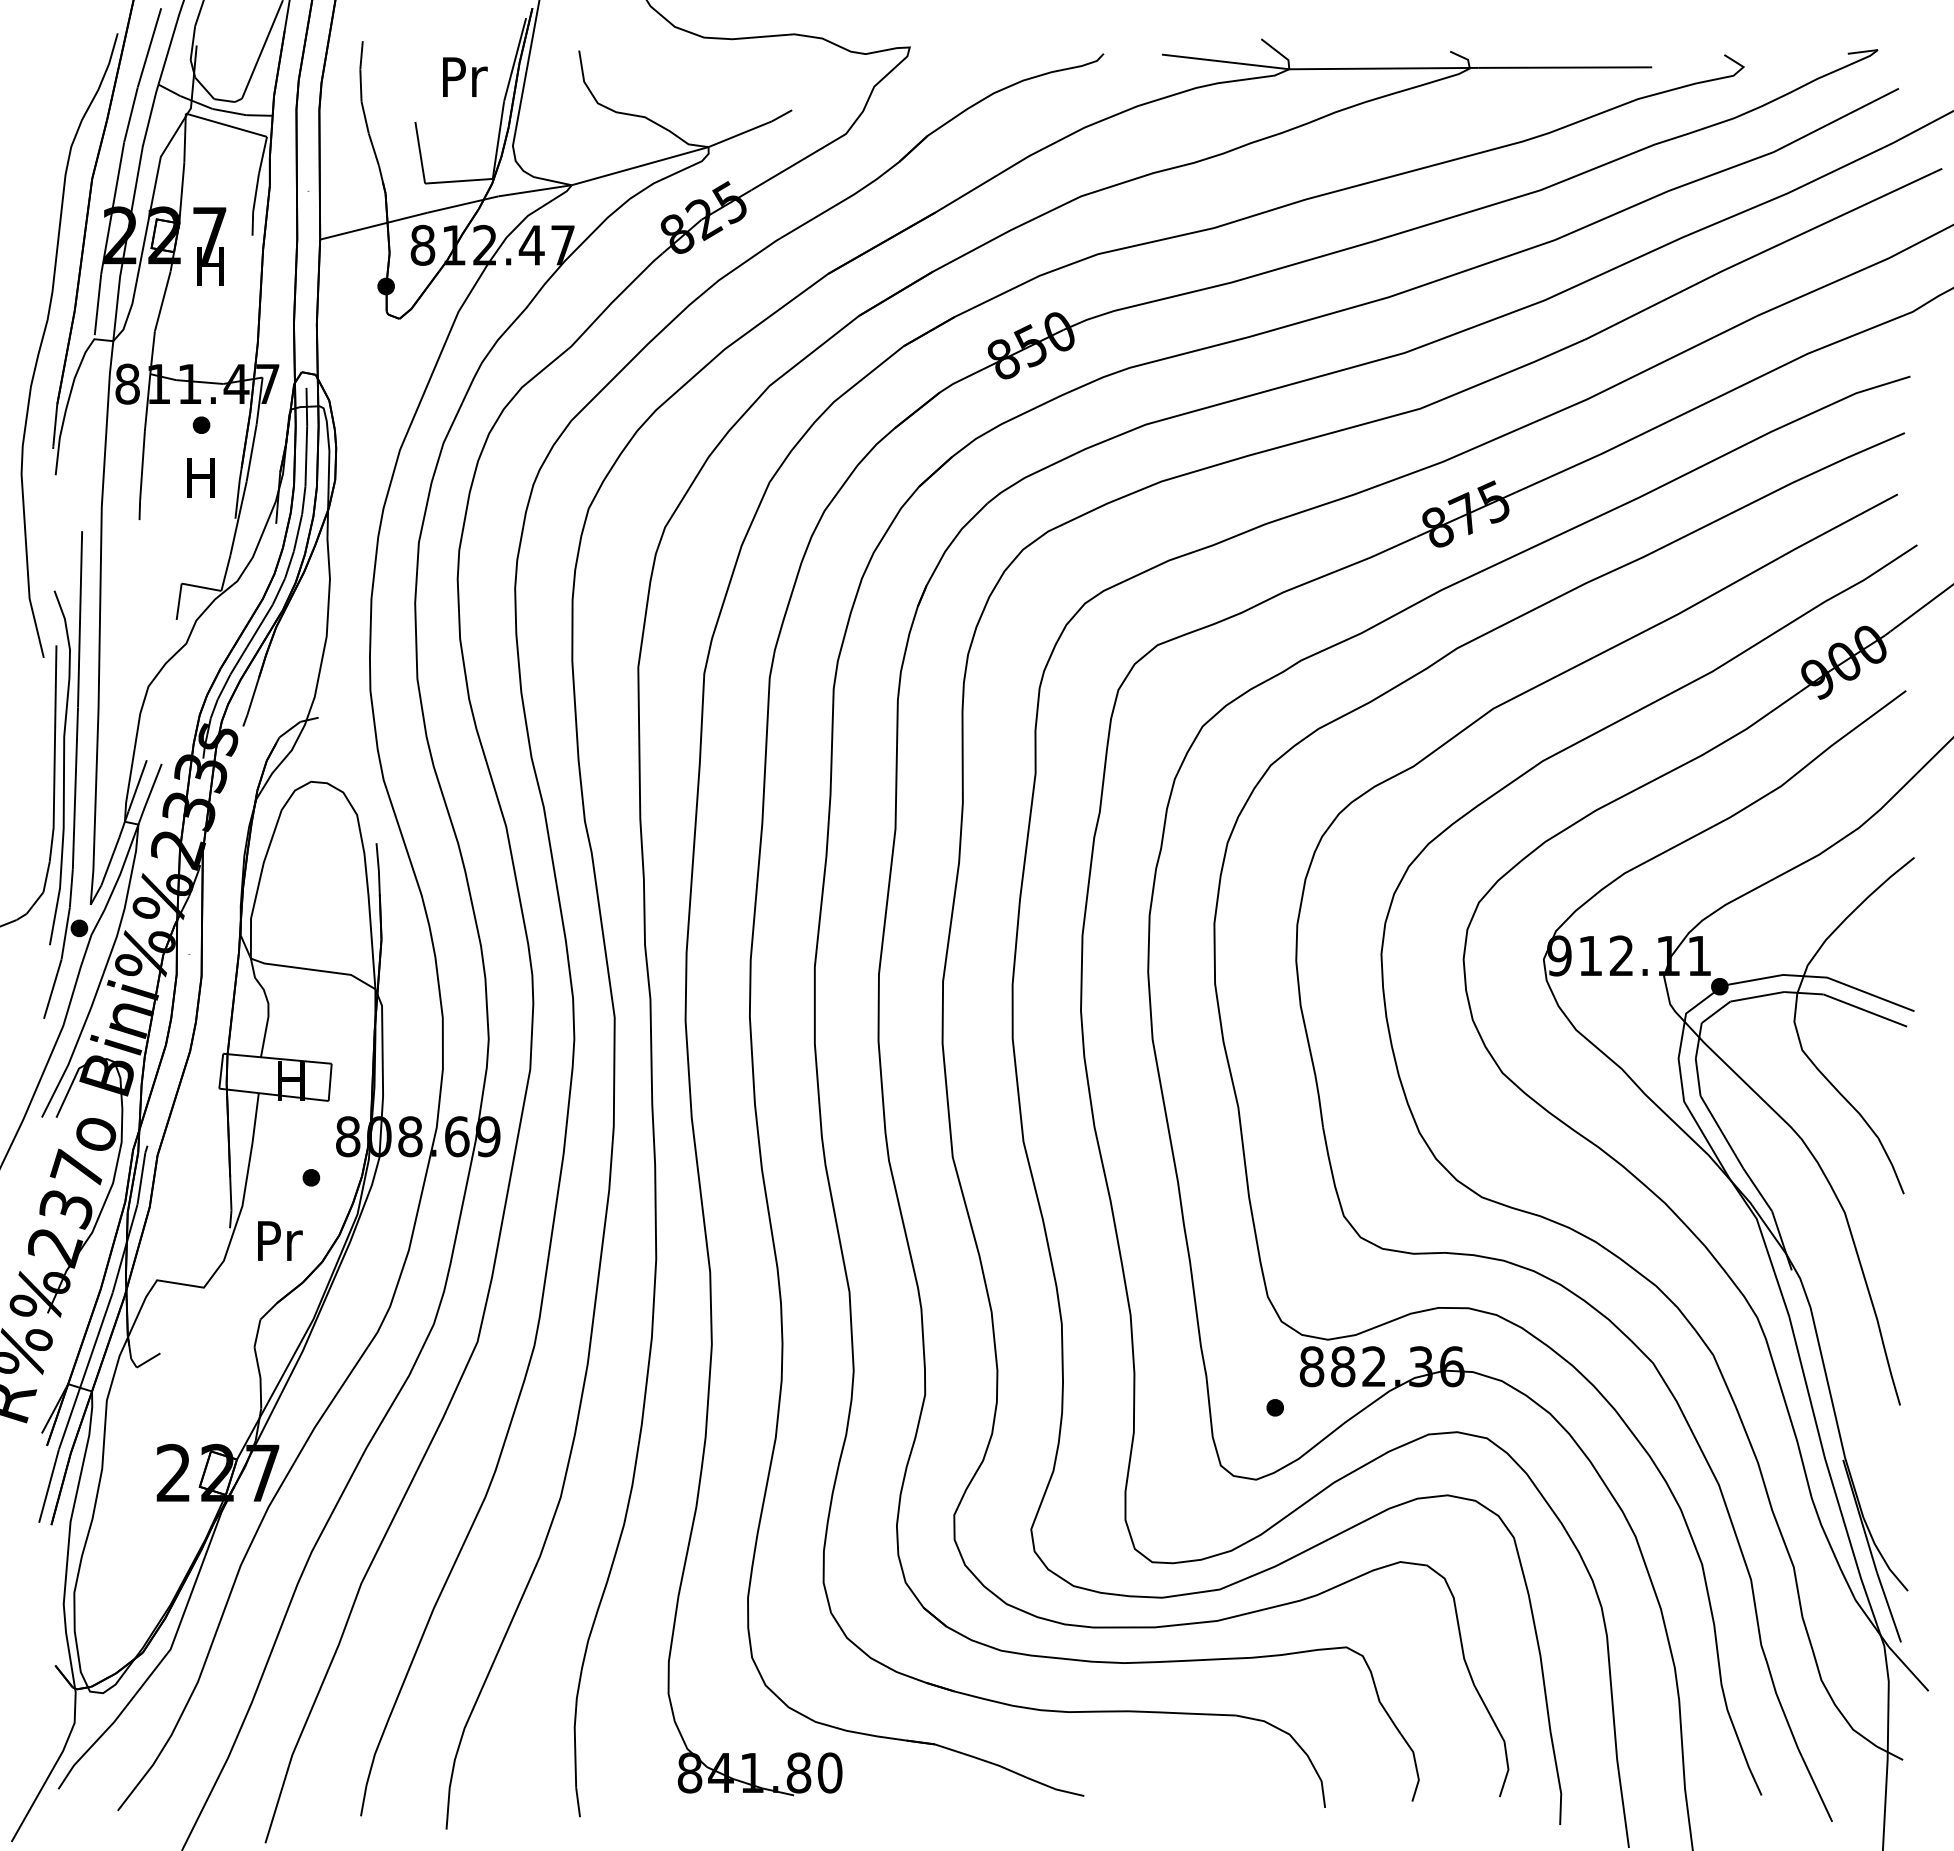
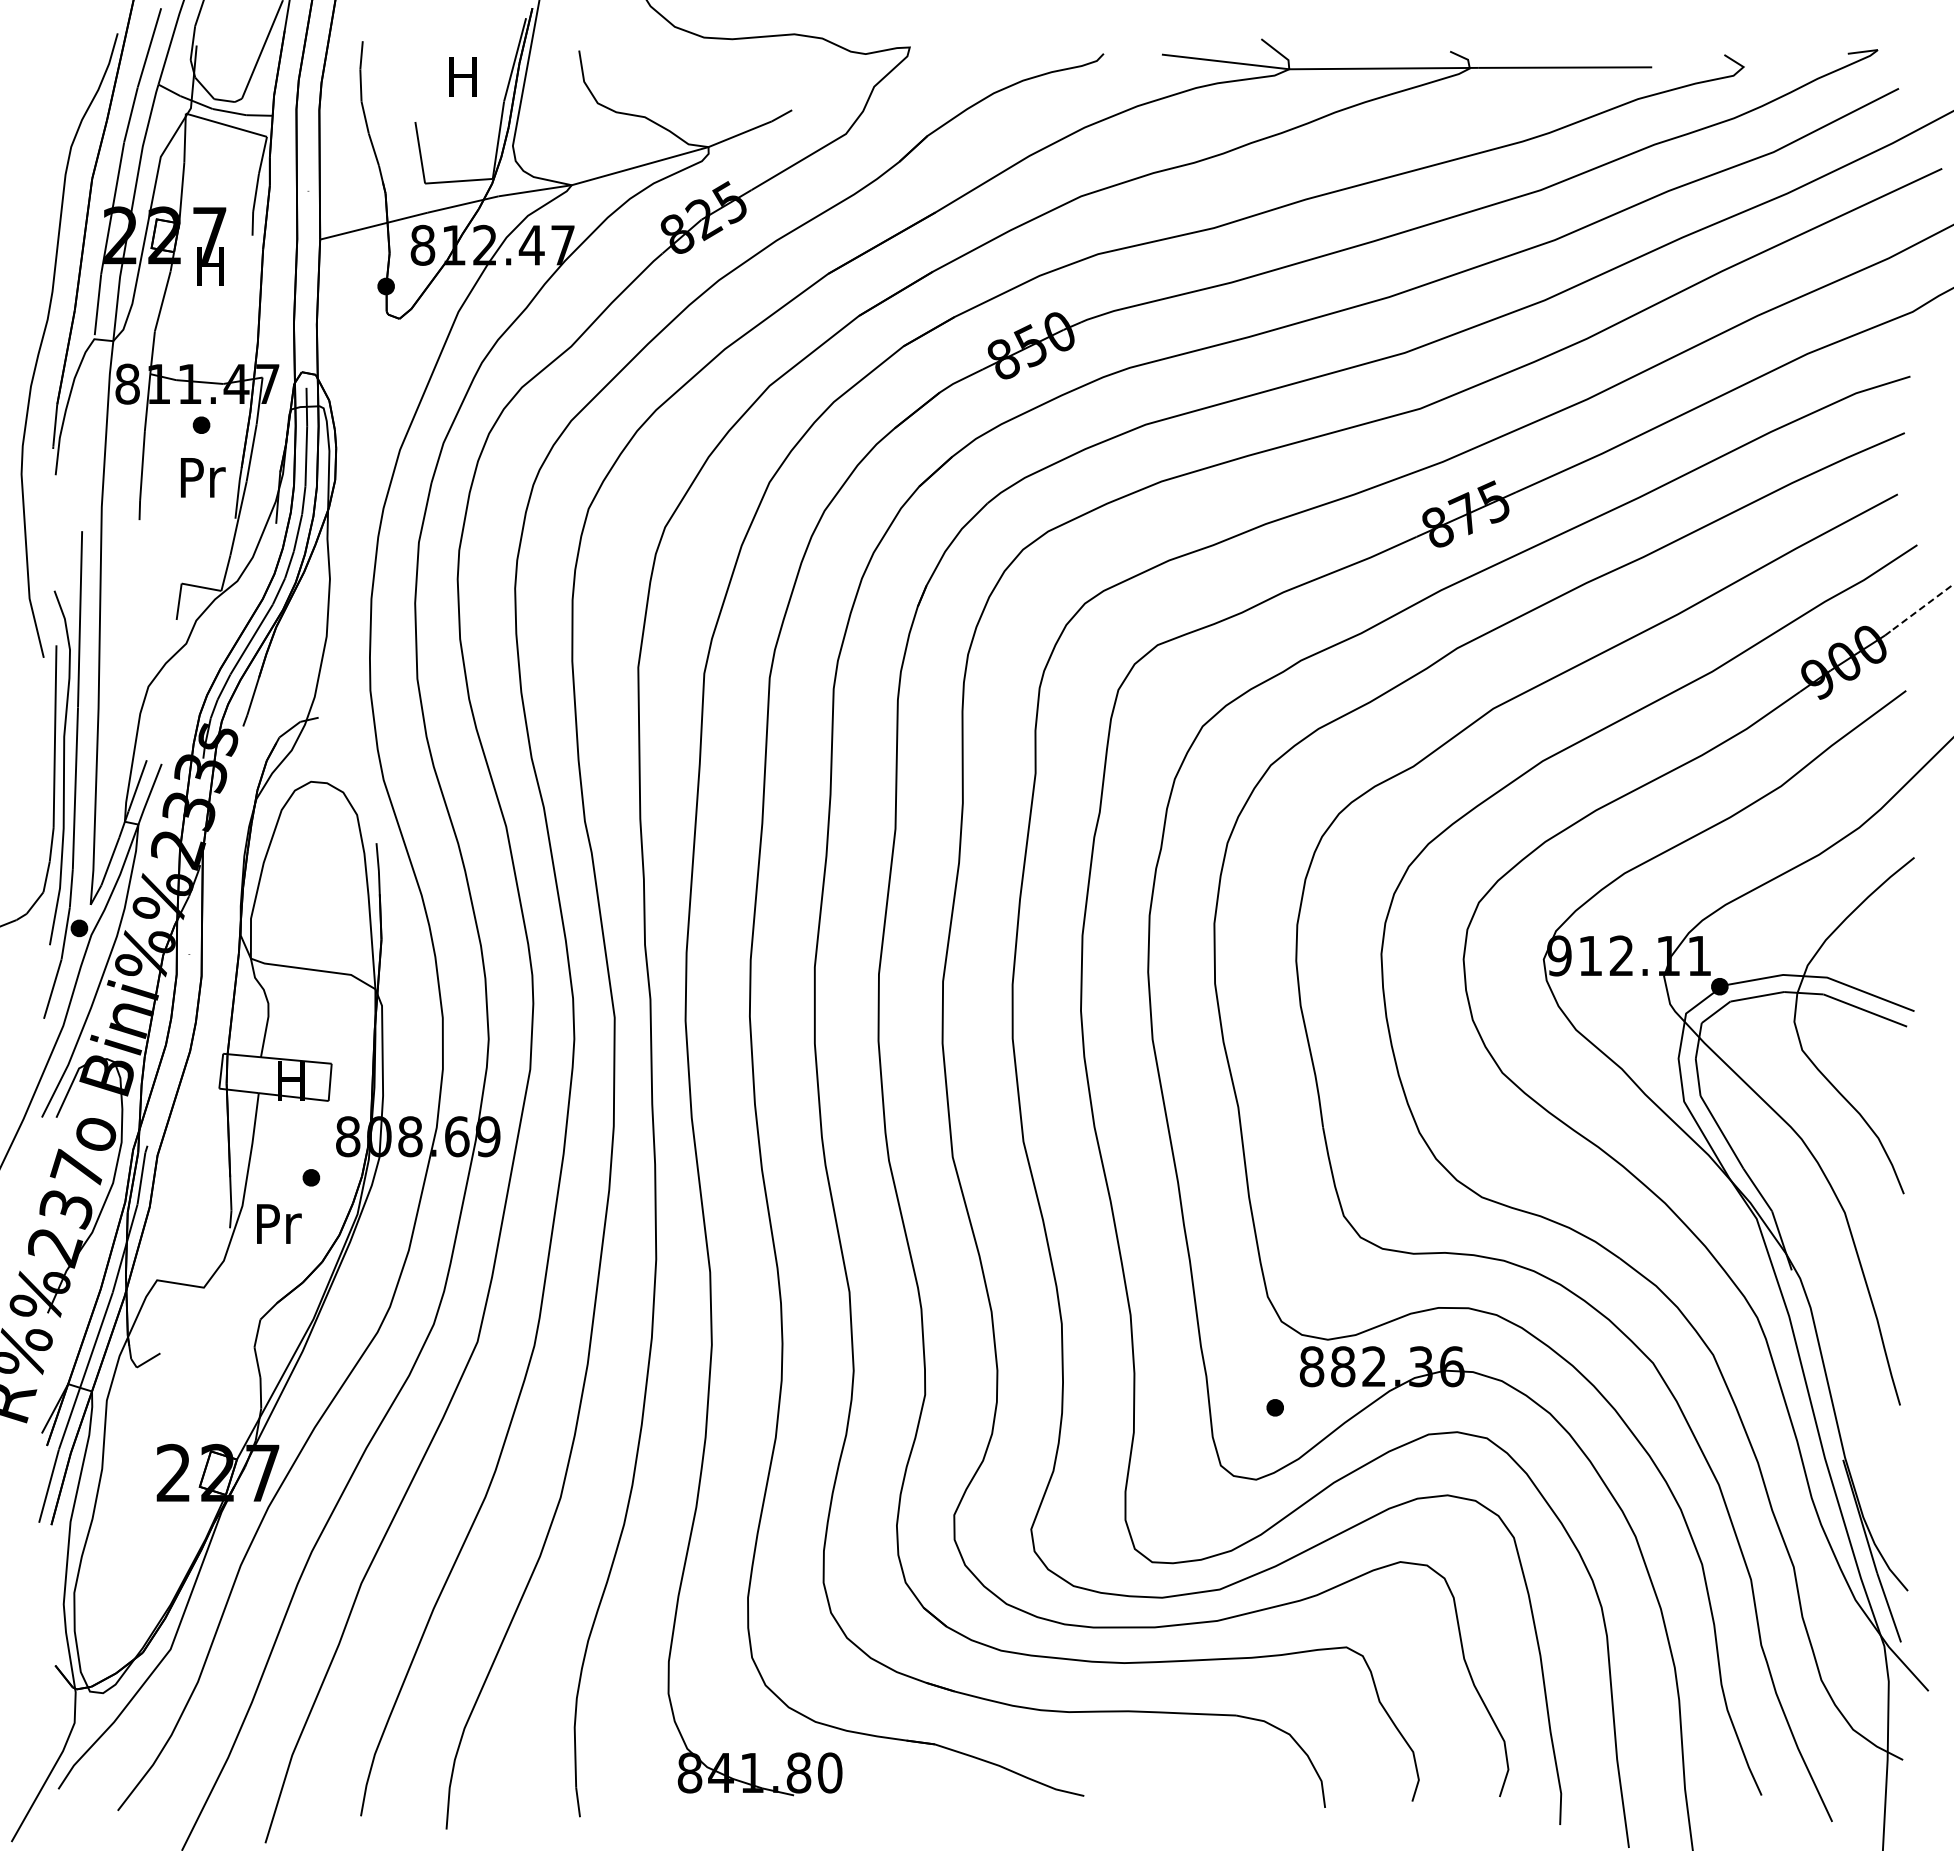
text at (465, 76): Pr -> H
text at (202, 477): H -> Pr
line at (1921, 608): solid -> dashed
text at (280, 1240) position: (280, 1240) -> (279, 1223)
